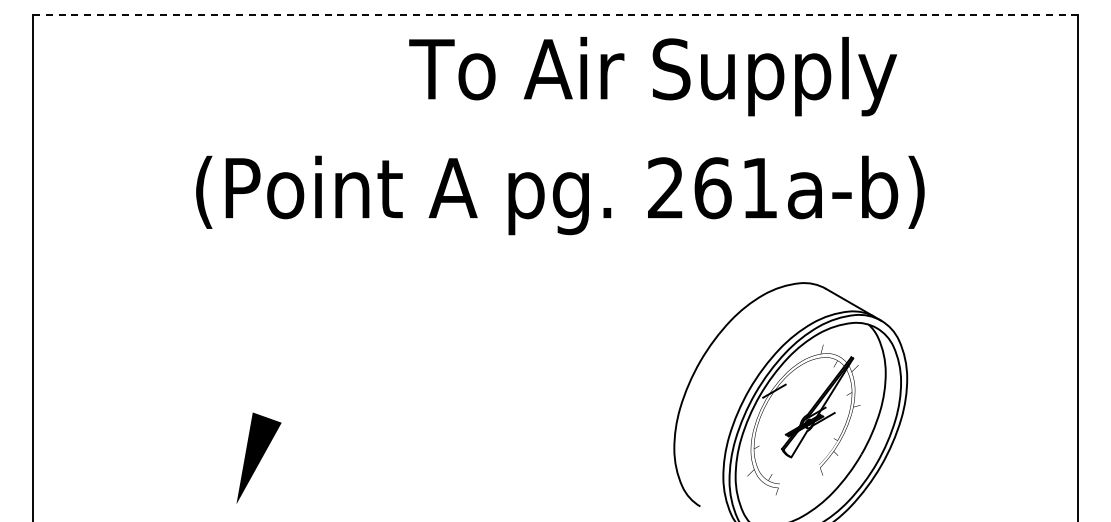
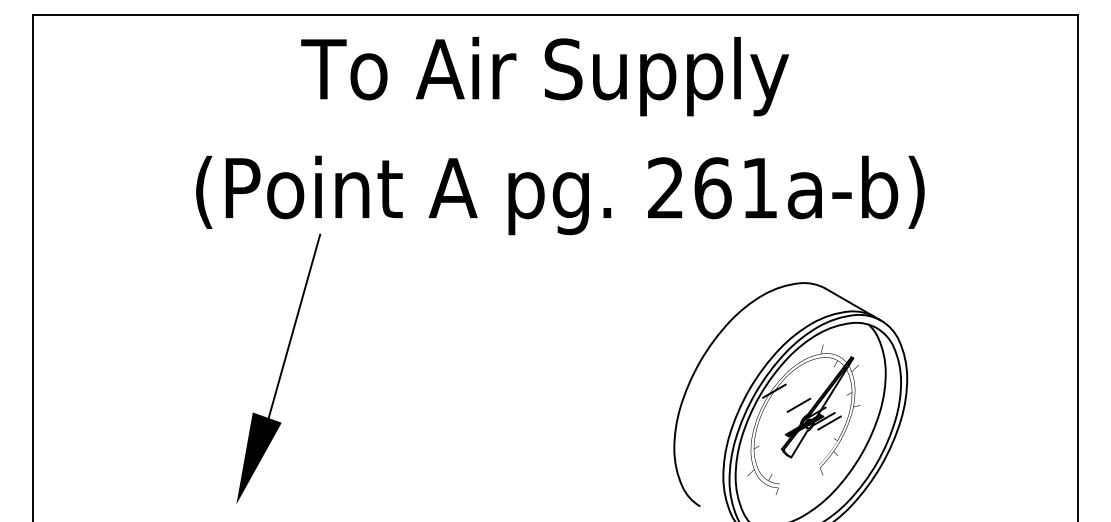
line at (556, 15): dashed -> solid
text at (653, 76) position: (653, 76) -> (545, 76)
line at (293, 327): none -> present
line at (798, 404): none -> present
line at (829, 422): none -> present
